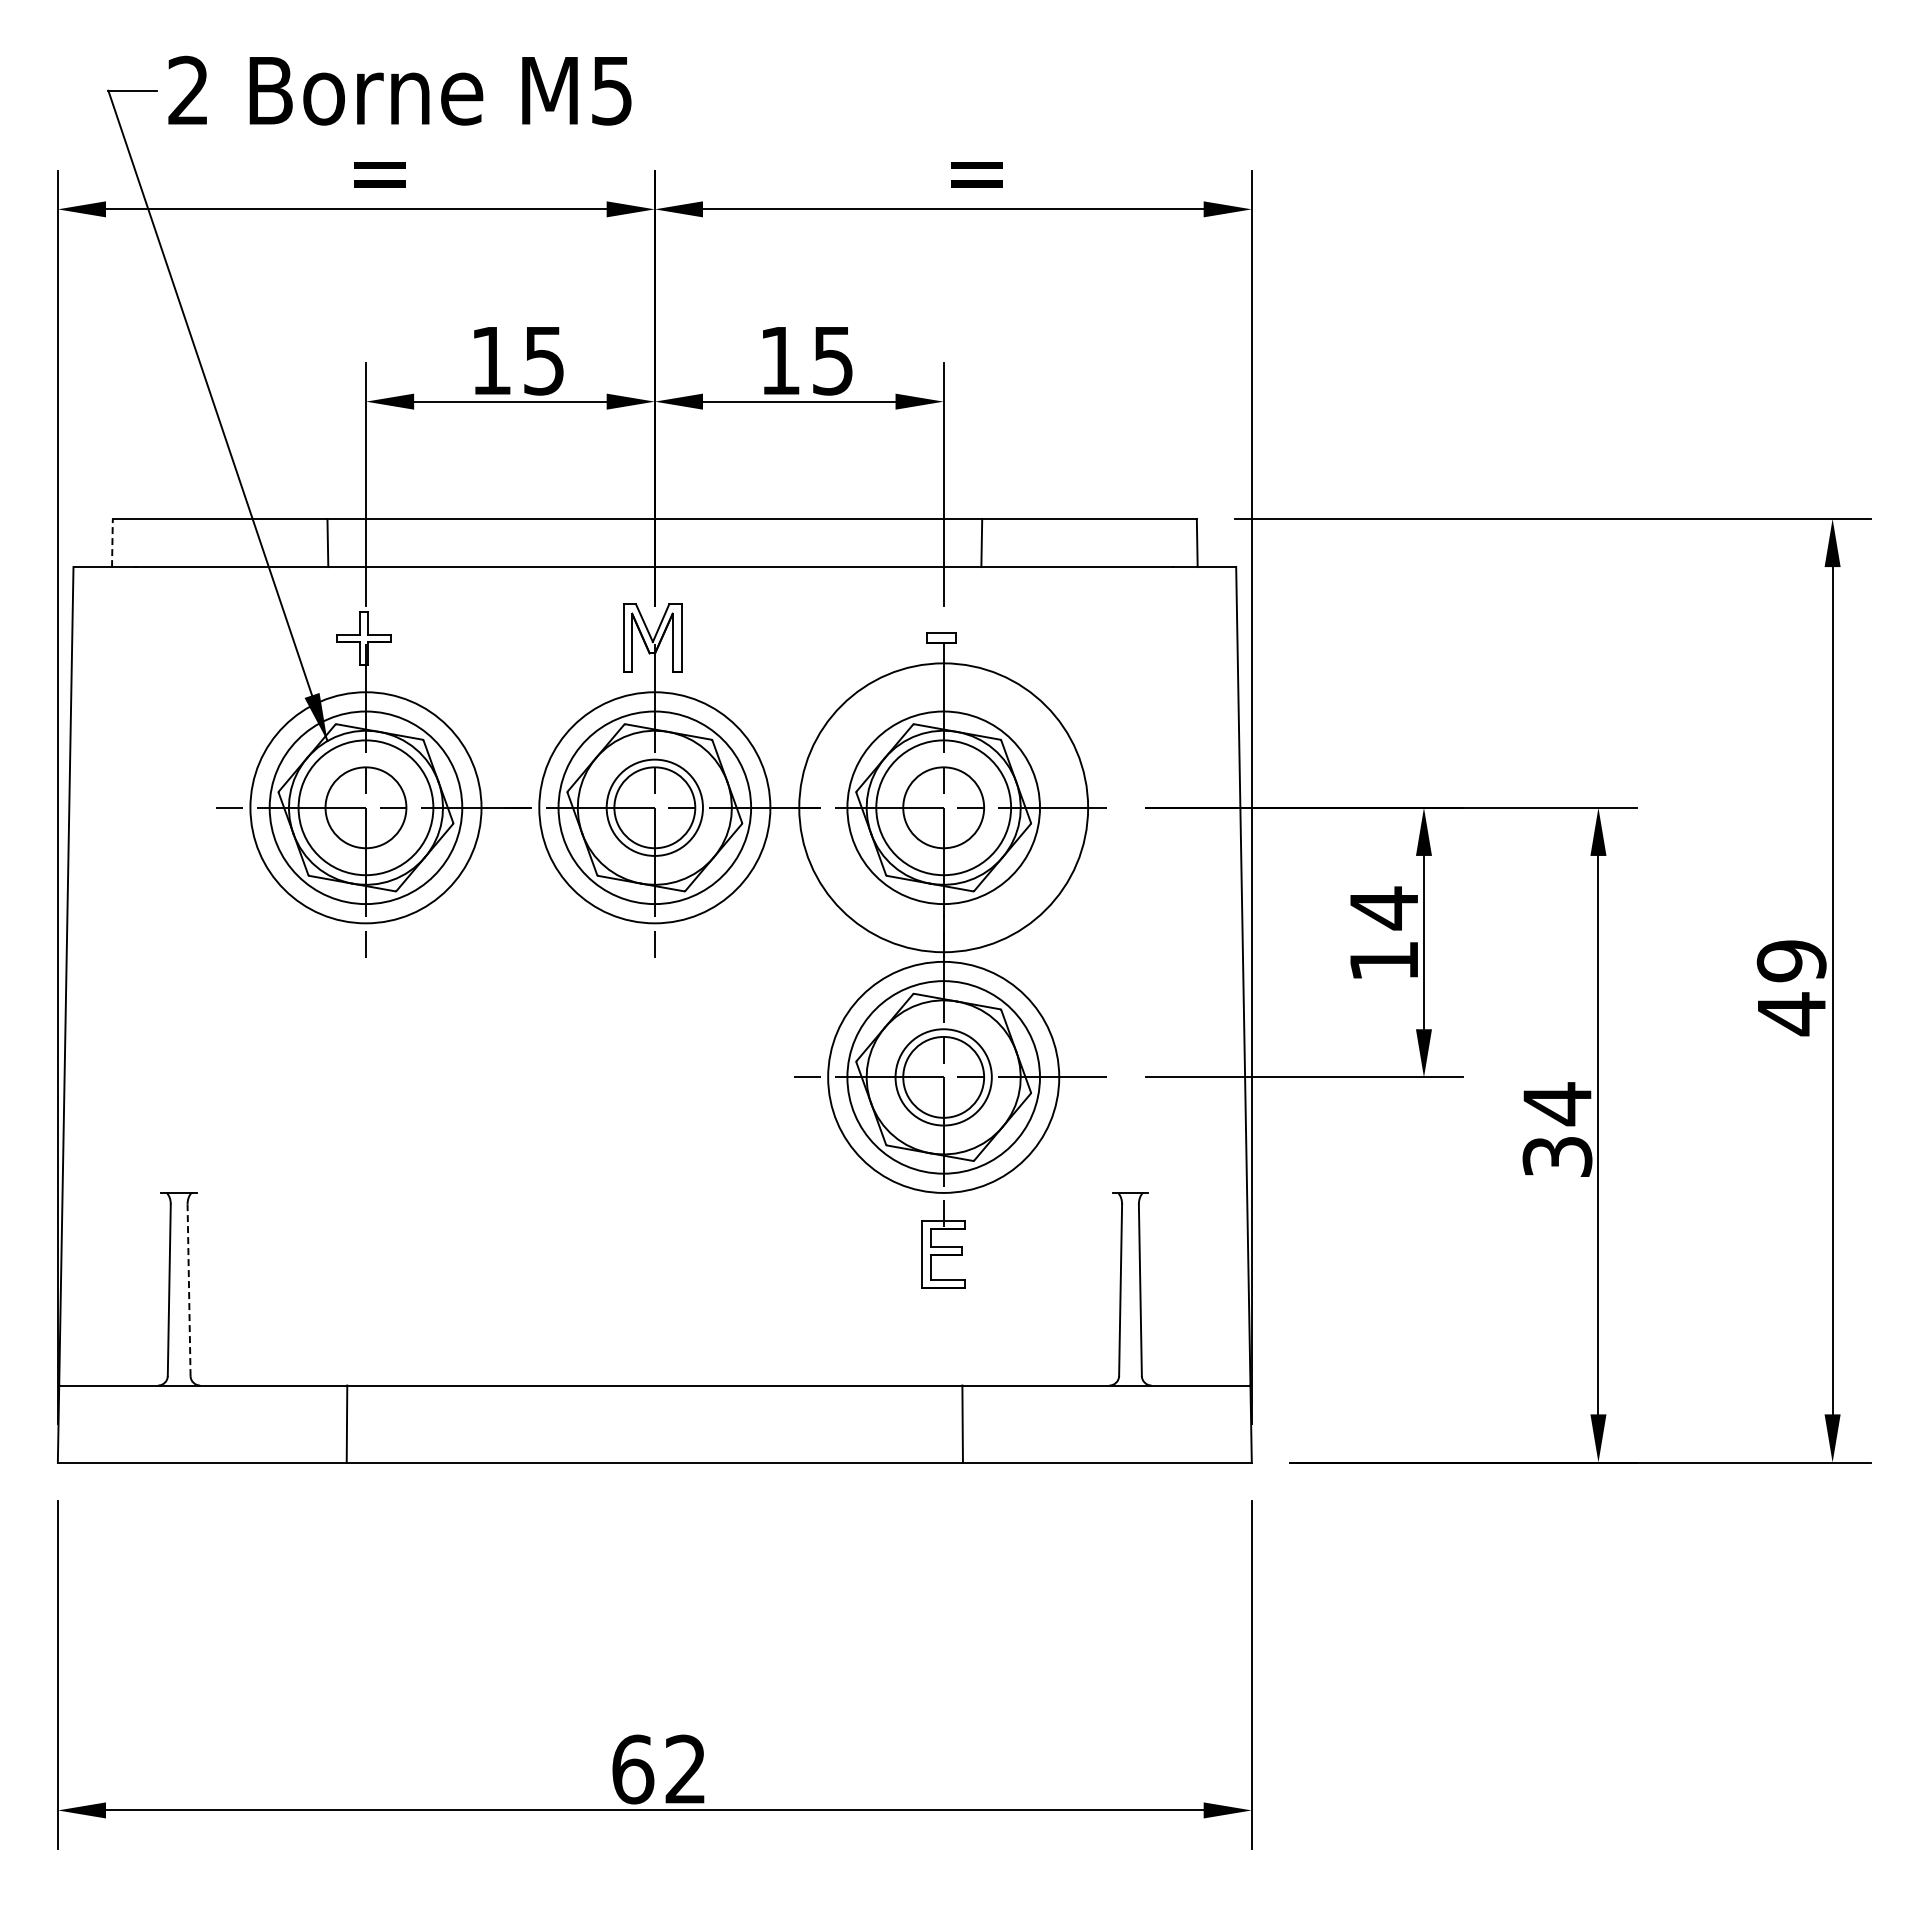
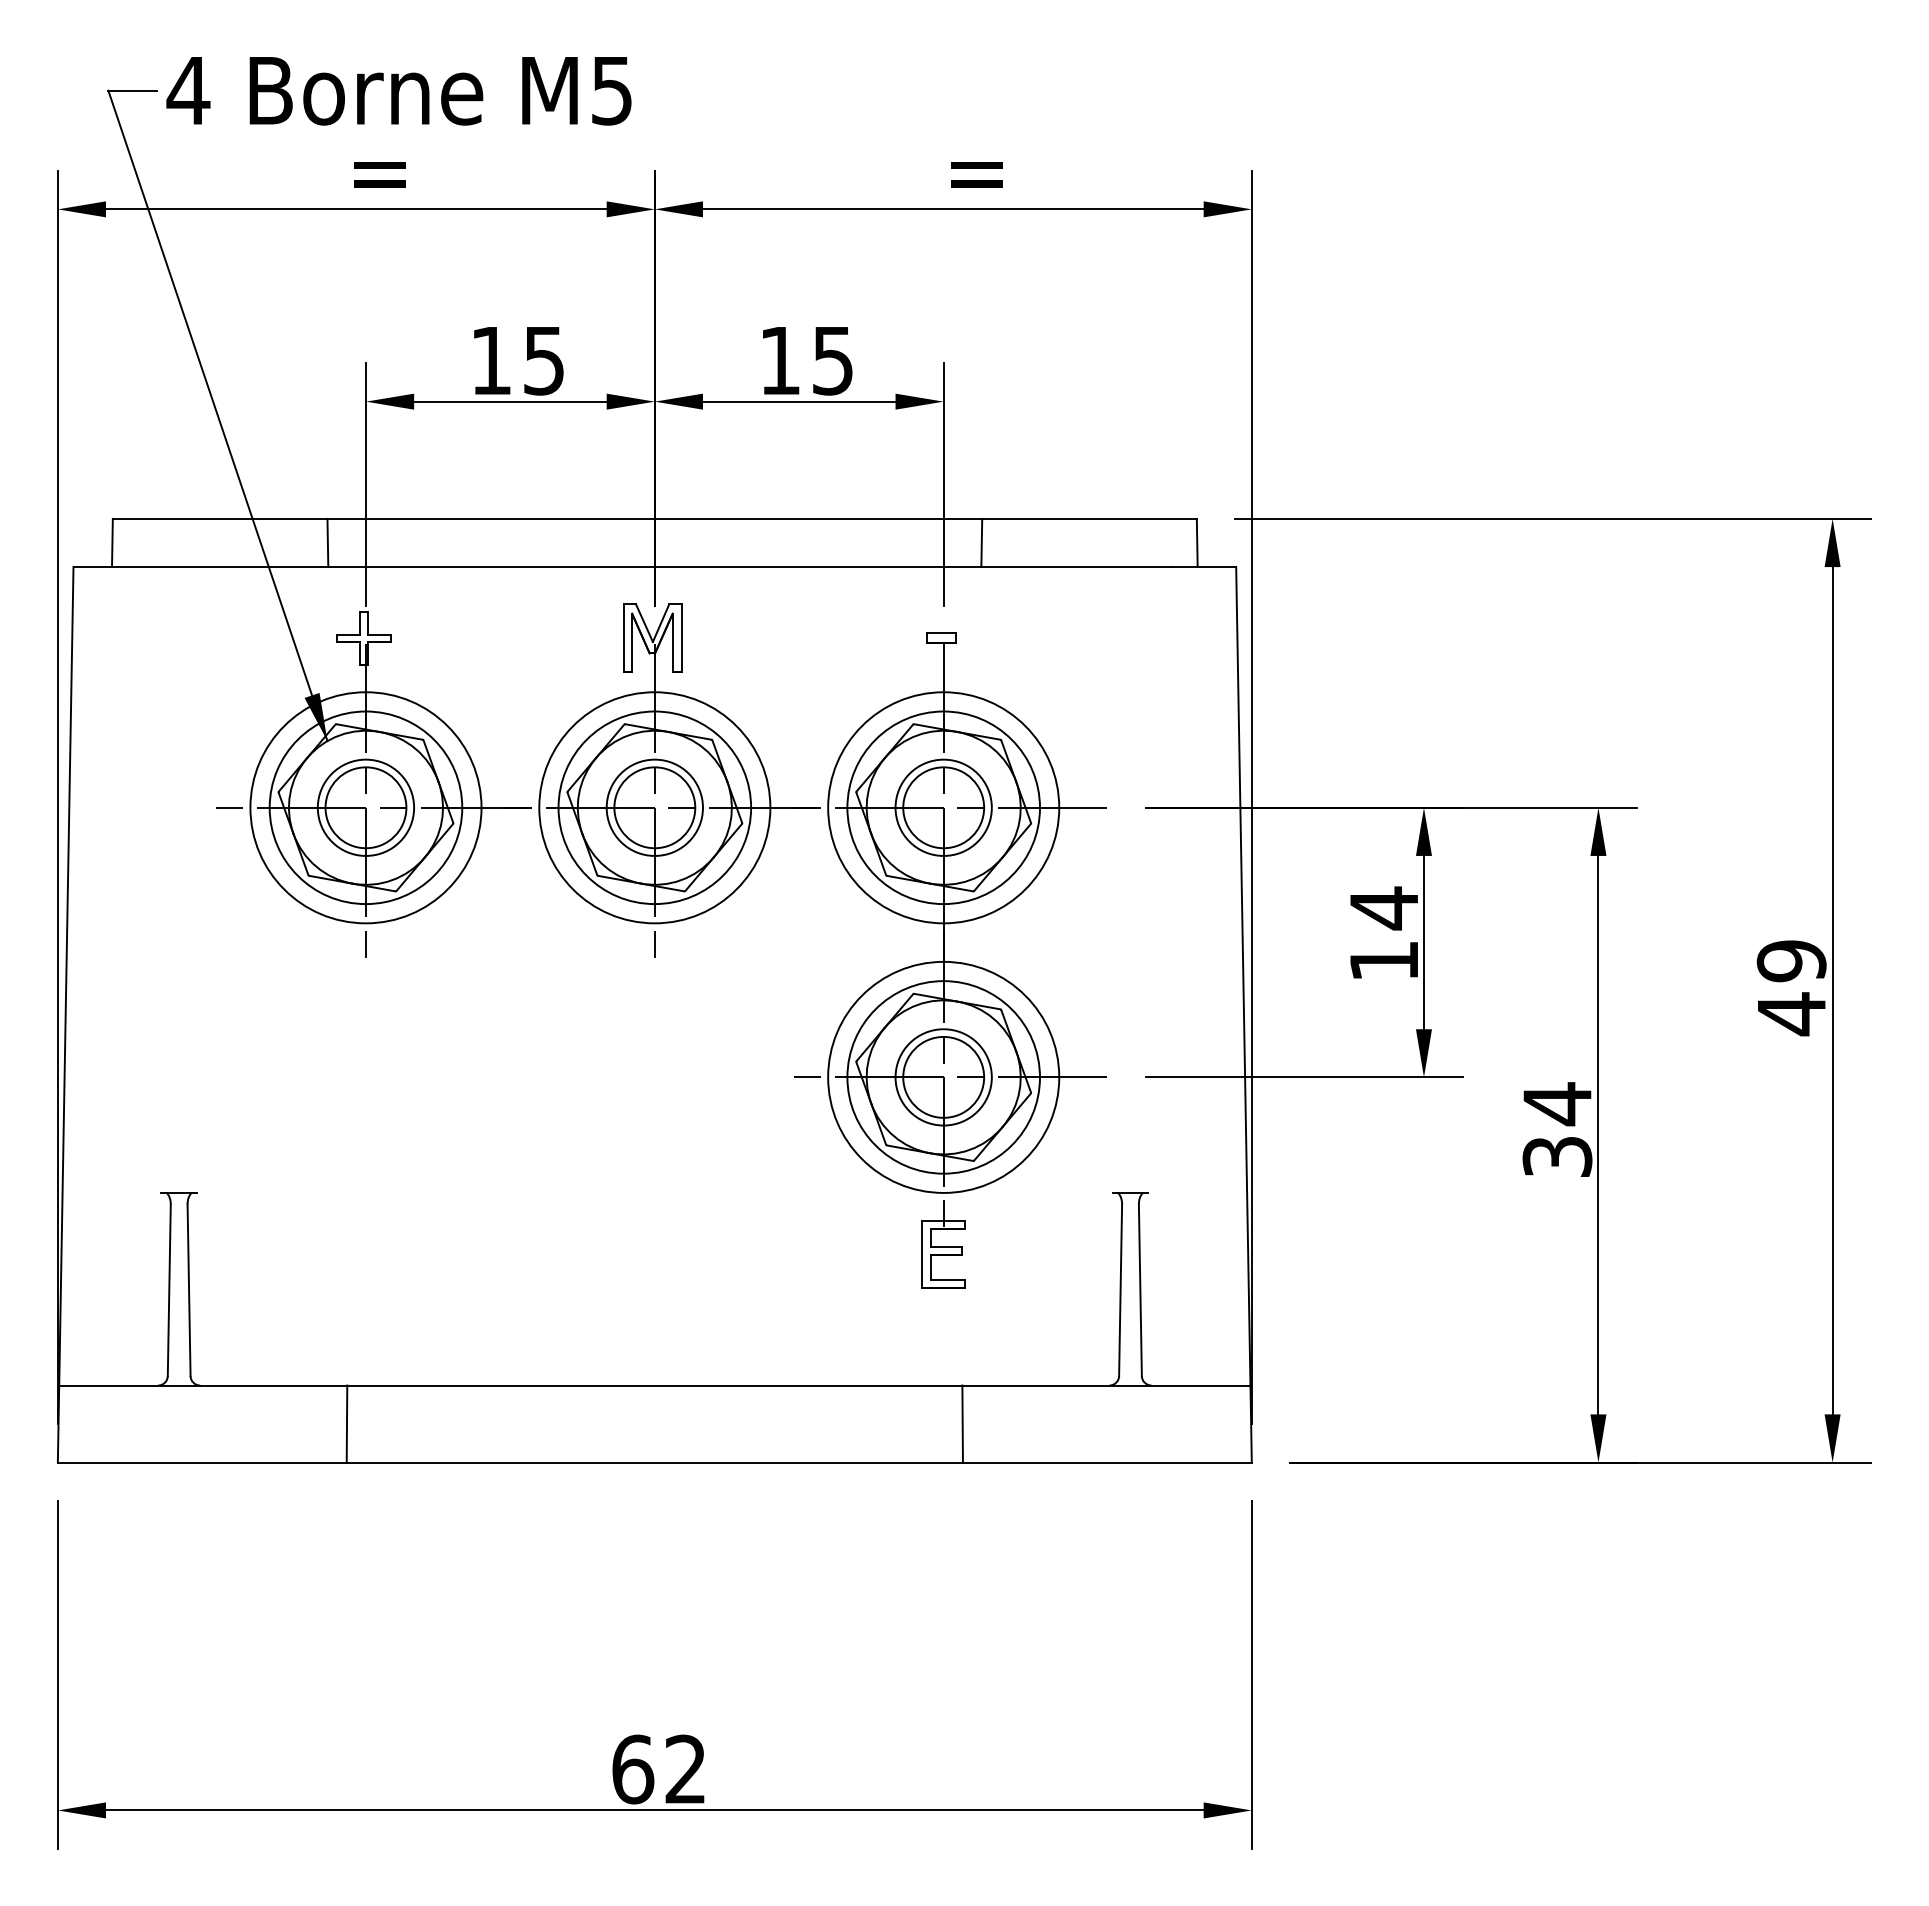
text at (188, 89): 2 -> 4
line at (112, 542): dashed -> solid
circle at (365, 807) diameter: 135 px -> 96 px
circle at (943, 807) diameter: 135 px -> 96 px
circle at (943, 807) diameter: 289 px -> 231 px
line at (189, 1290): dashed -> solid
